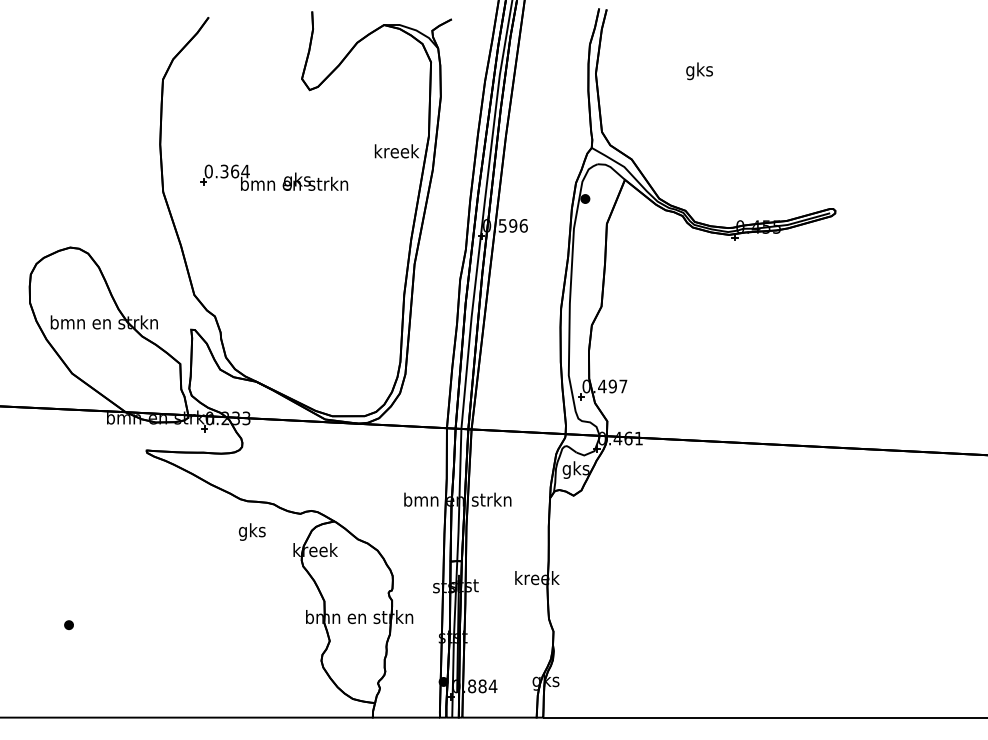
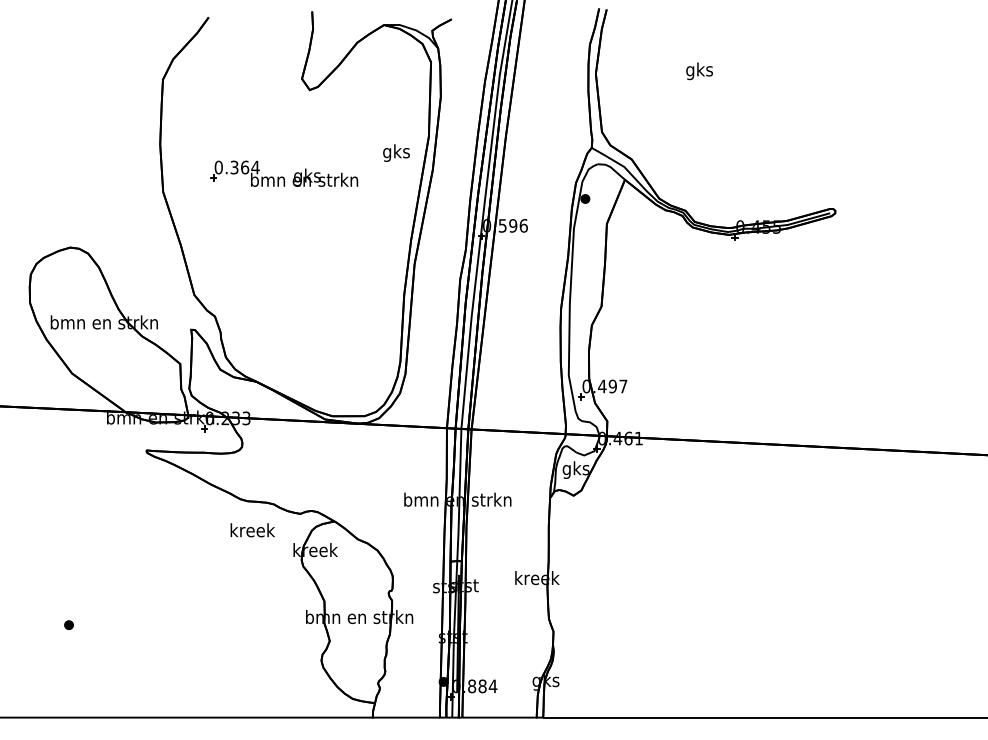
text at (396, 152): kreek -> gks
part at (274, 177) position: (274, 177) -> (284, 173)
text at (252, 531): gks -> kreek
